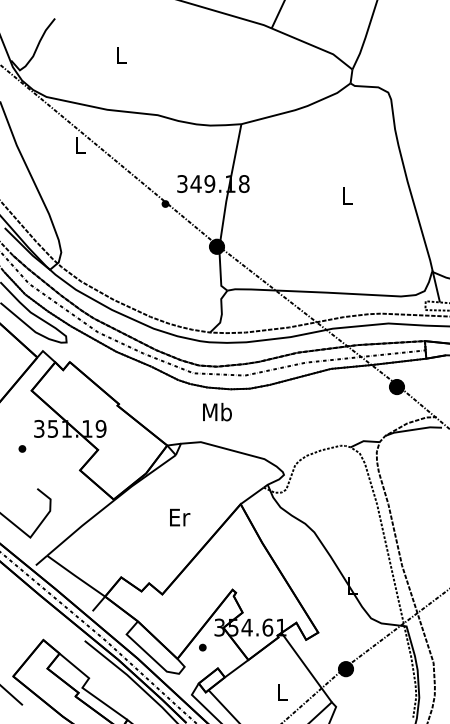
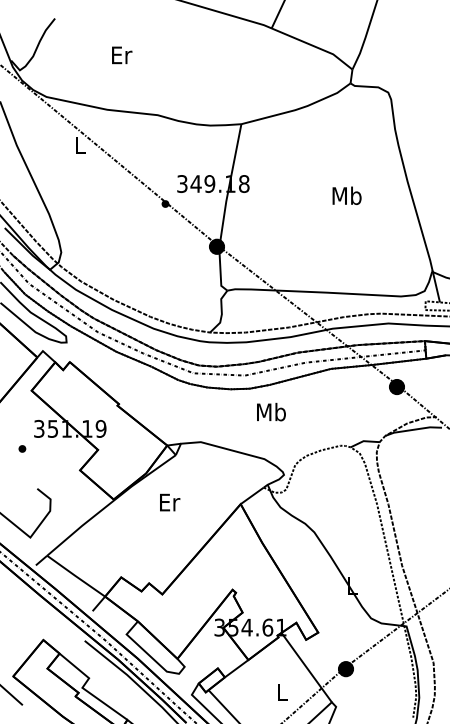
text at (122, 55): L -> Er
text at (346, 195): L -> Mb
text at (217, 411) position: (217, 411) -> (271, 411)
text at (180, 517) position: (180, 517) -> (170, 502)
part at (202, 647): present -> none
